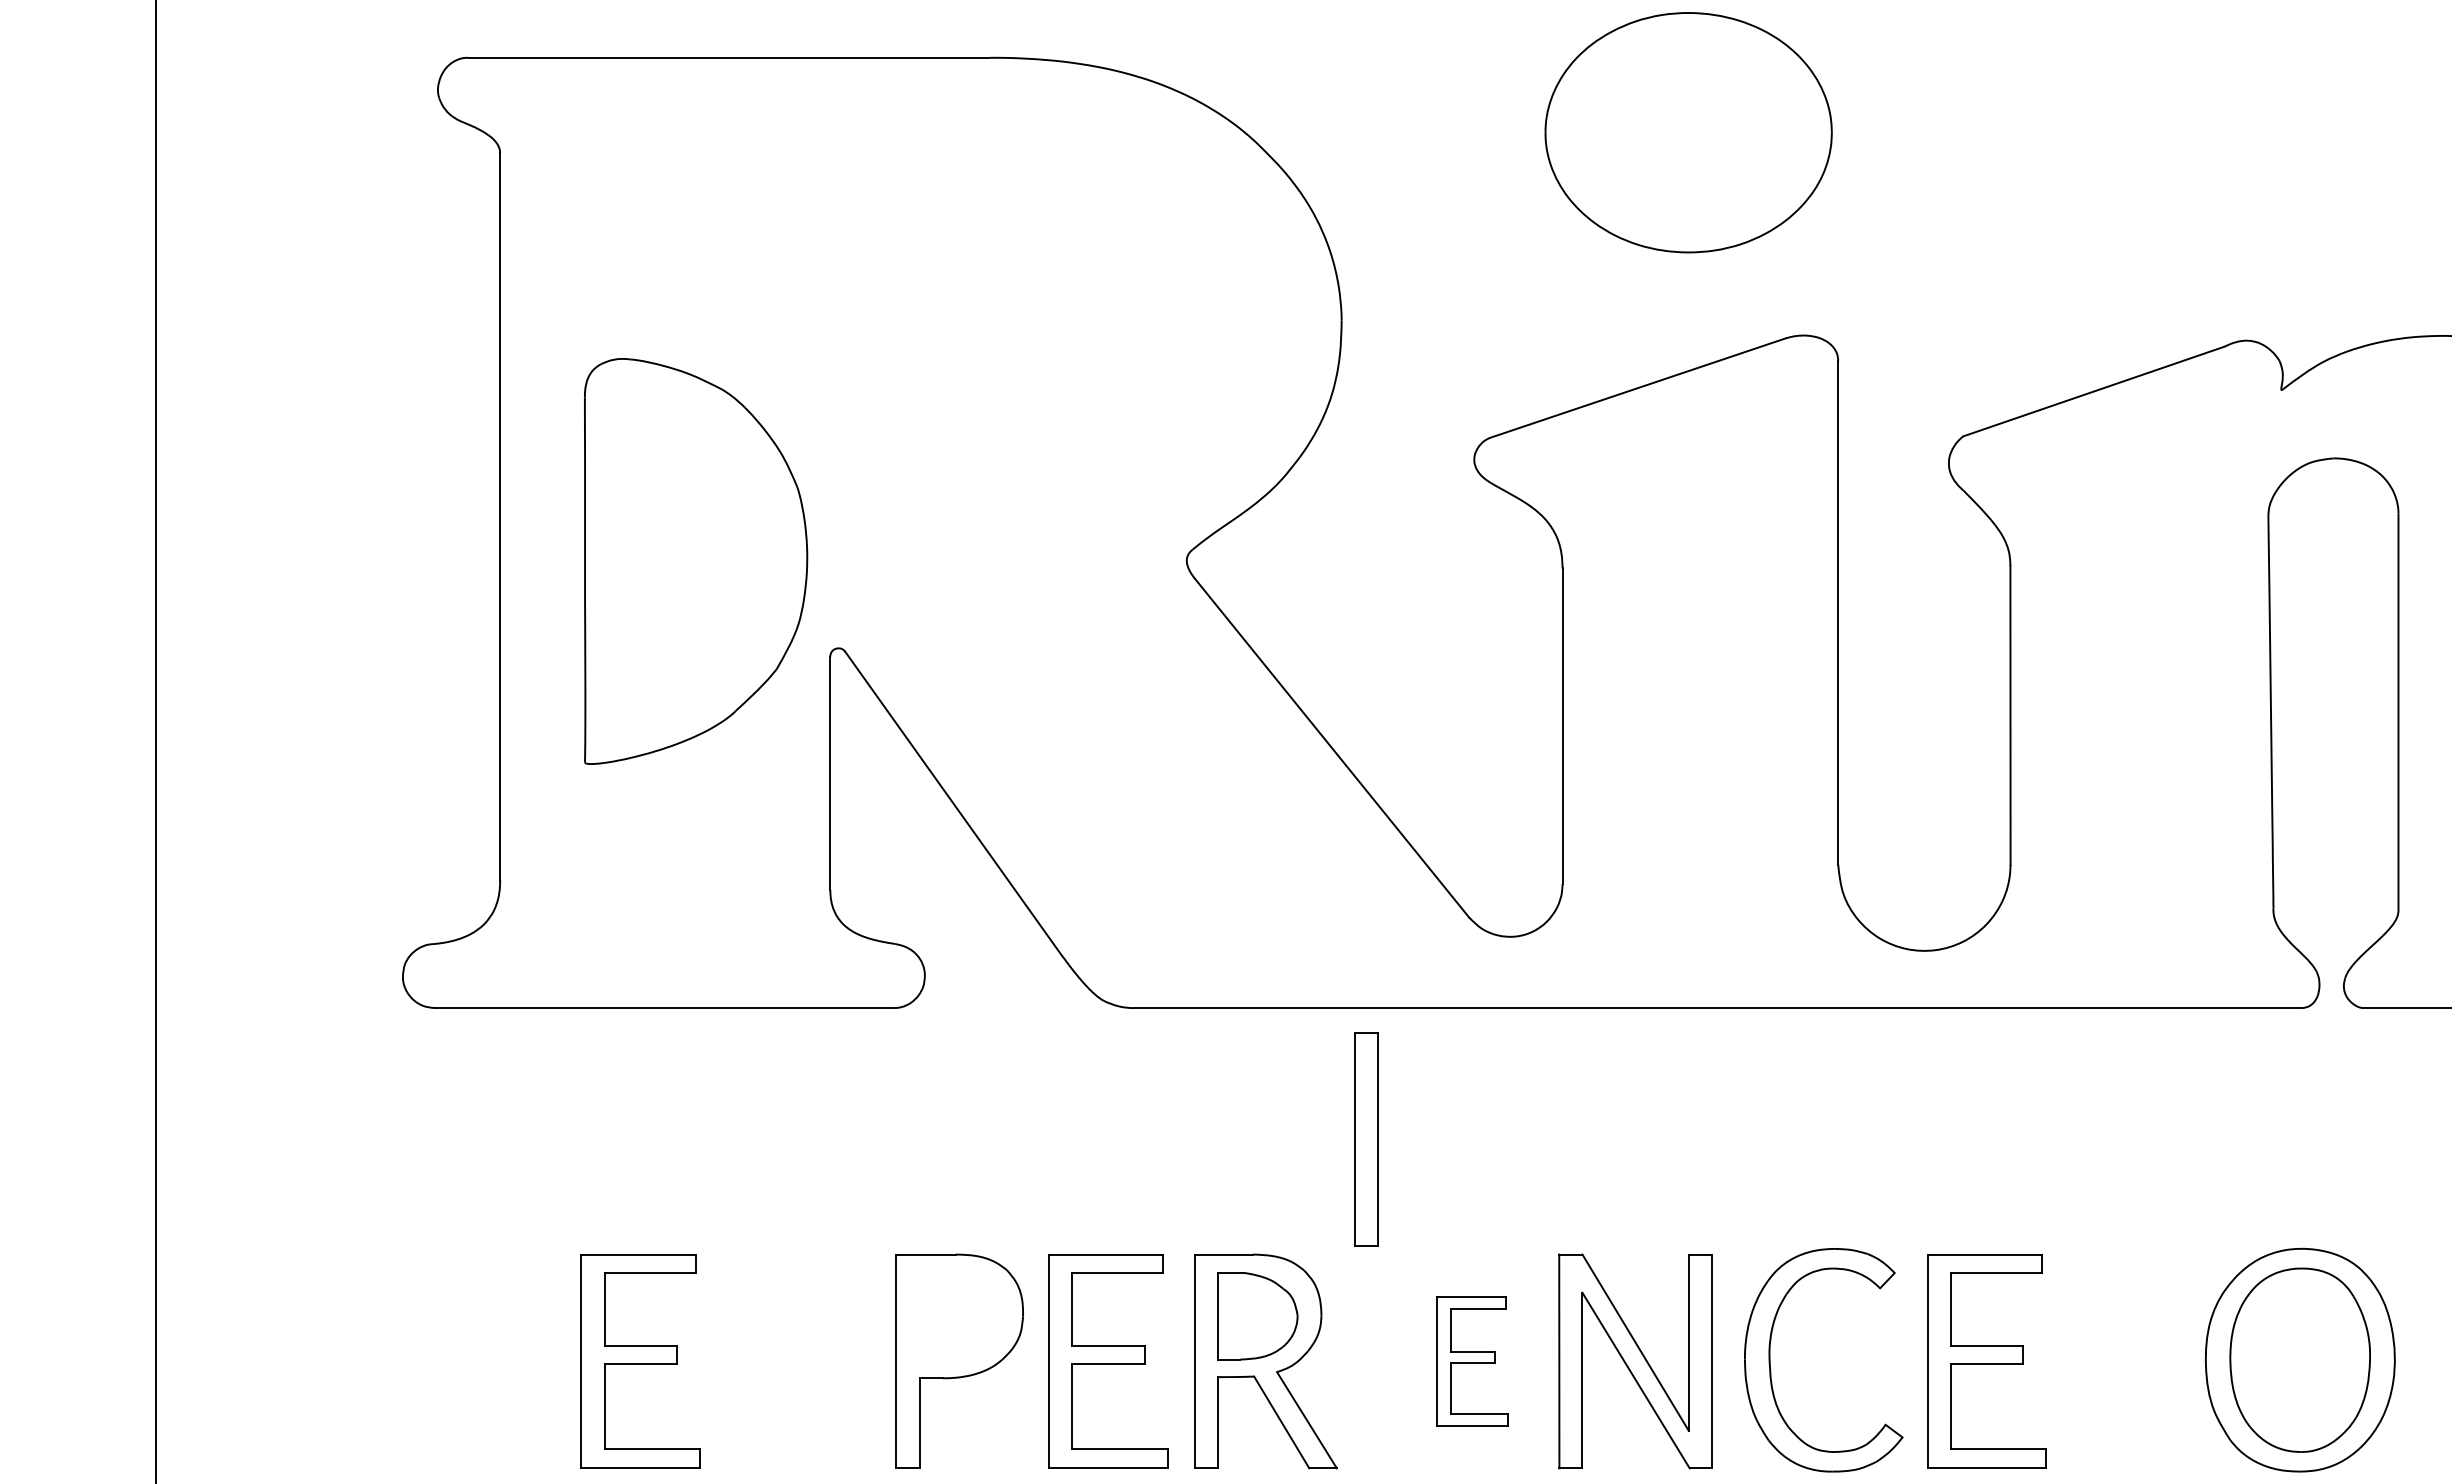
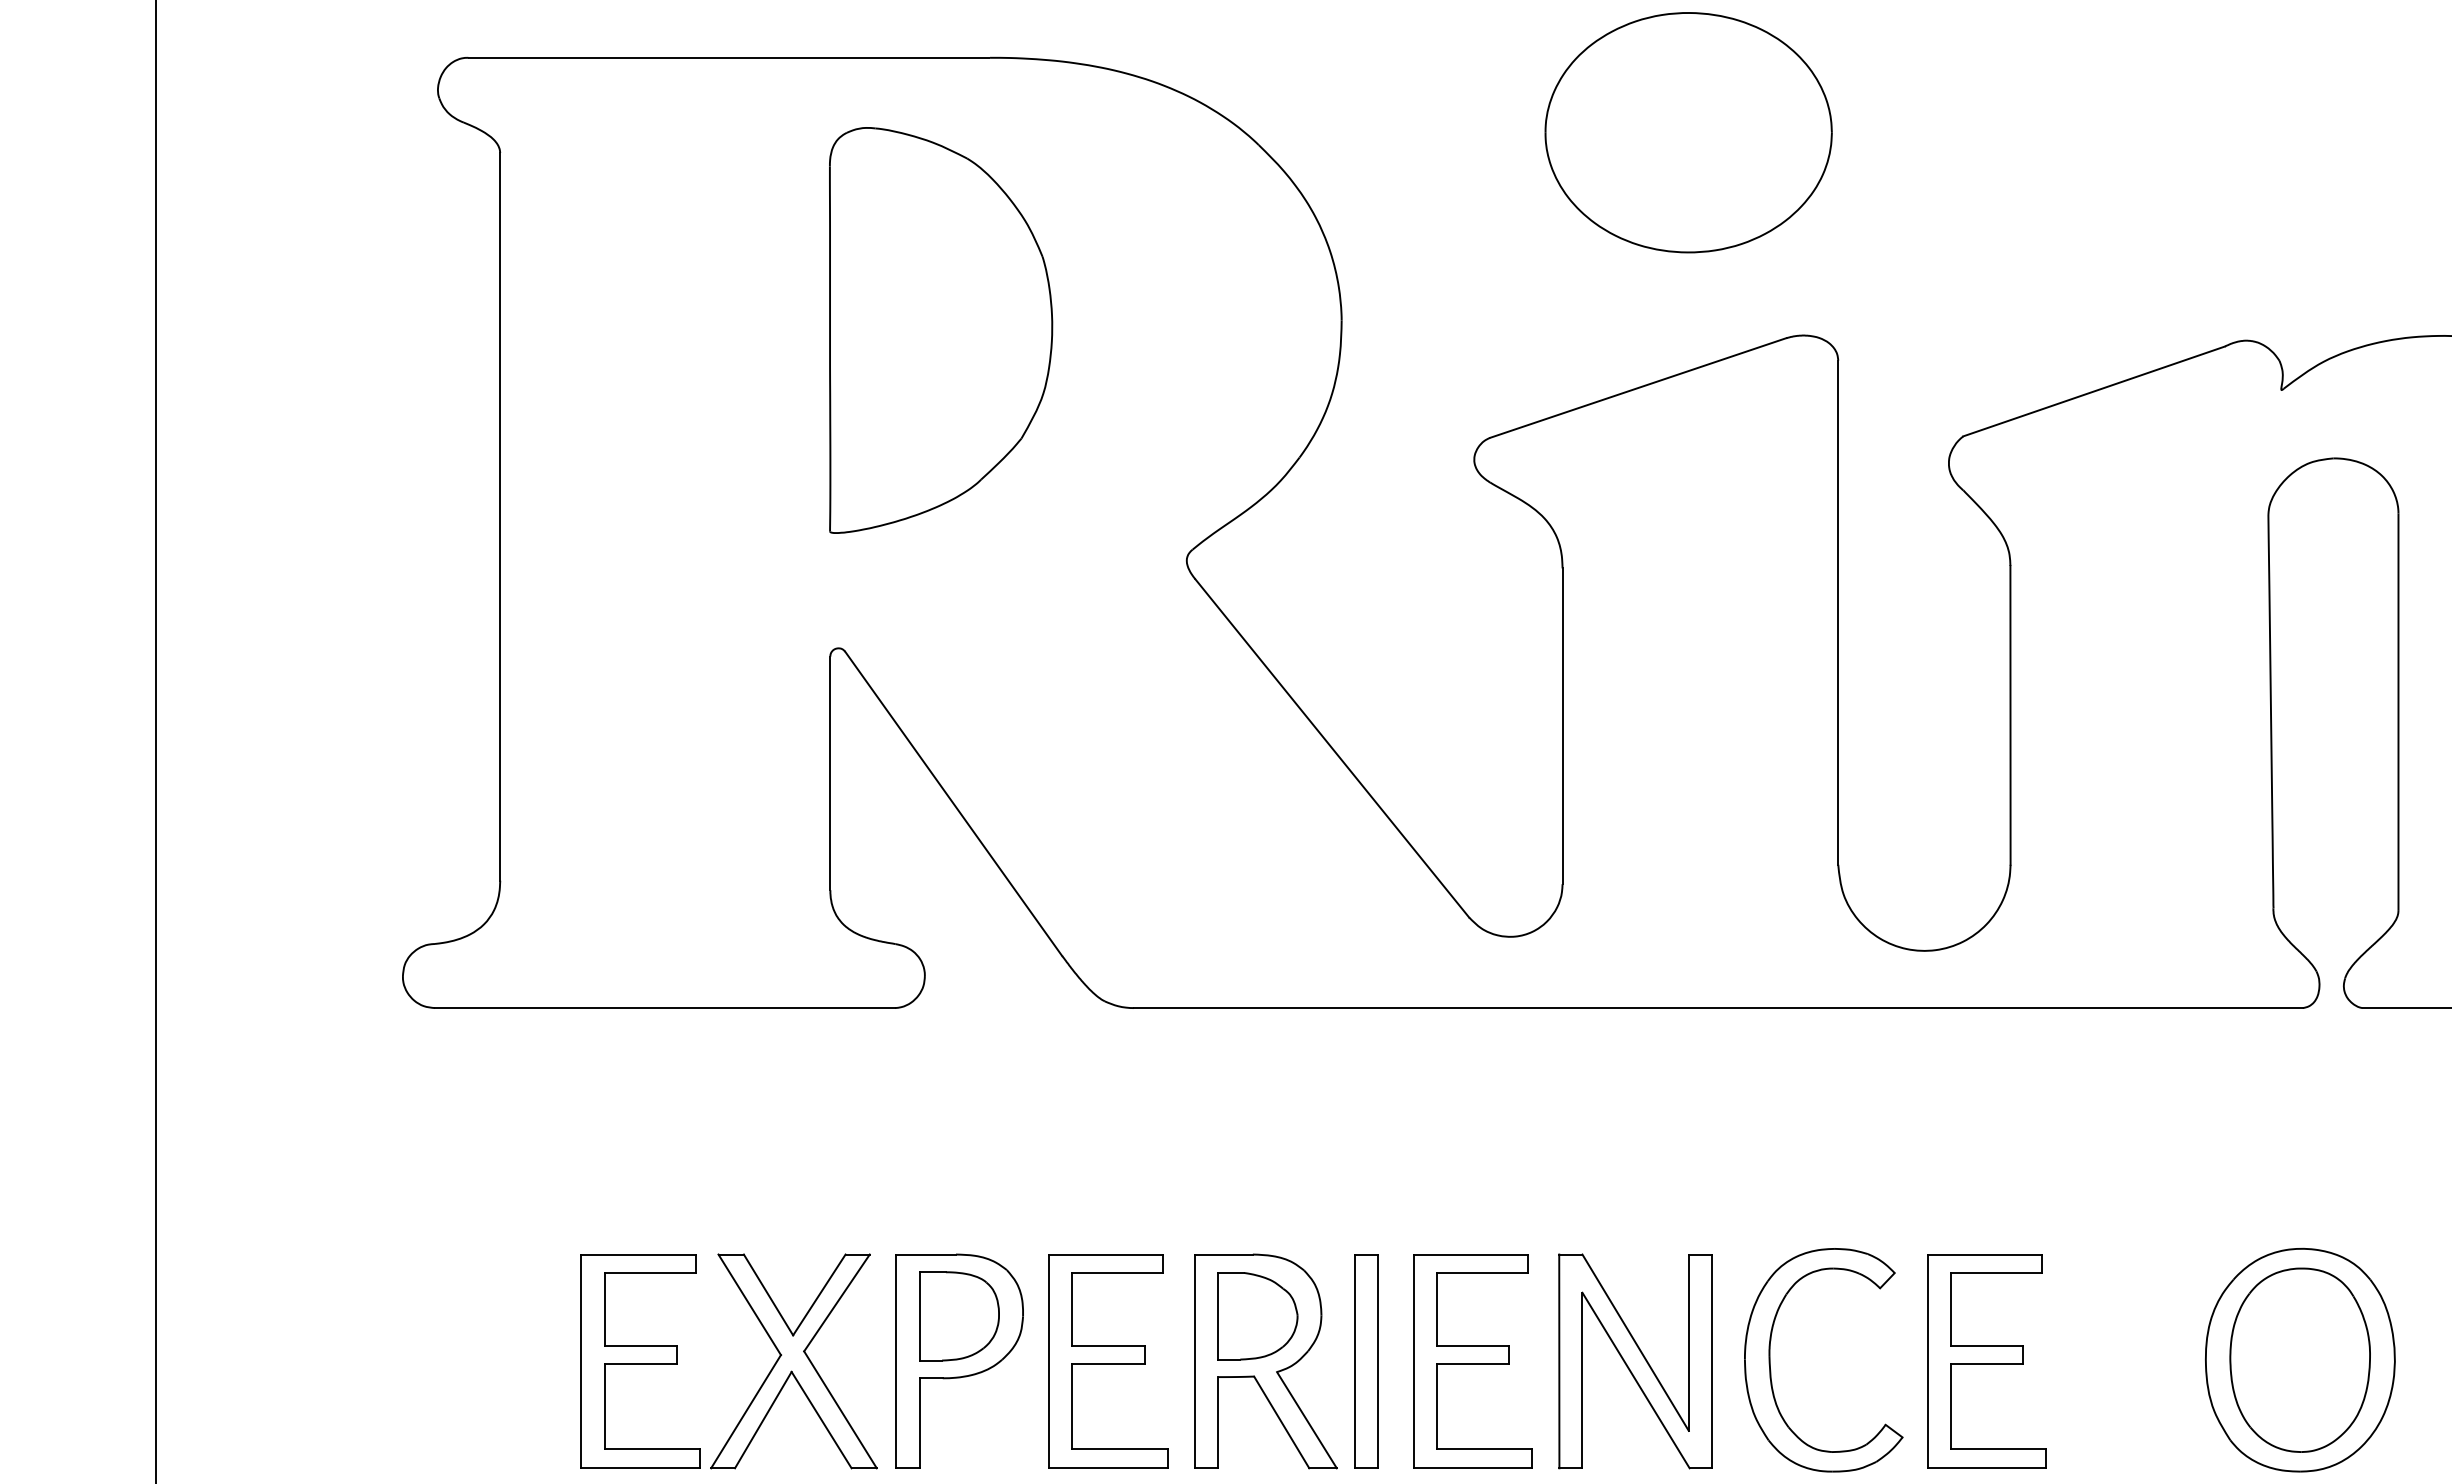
part at (696, 561) position: (696, 561) -> (941, 330)
part at (1366, 1139) position: (1366, 1139) -> (1366, 1361)
part at (959, 1316): none -> present
part at (793, 1361): none -> present
part at (1472, 1361) size: 73x131 px -> 120x215 px
